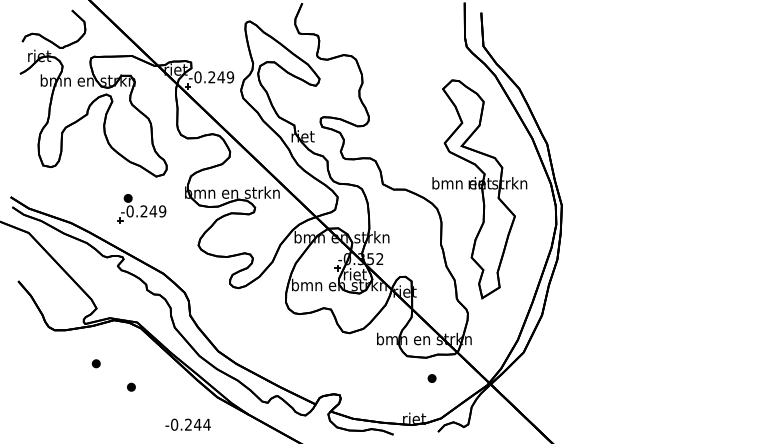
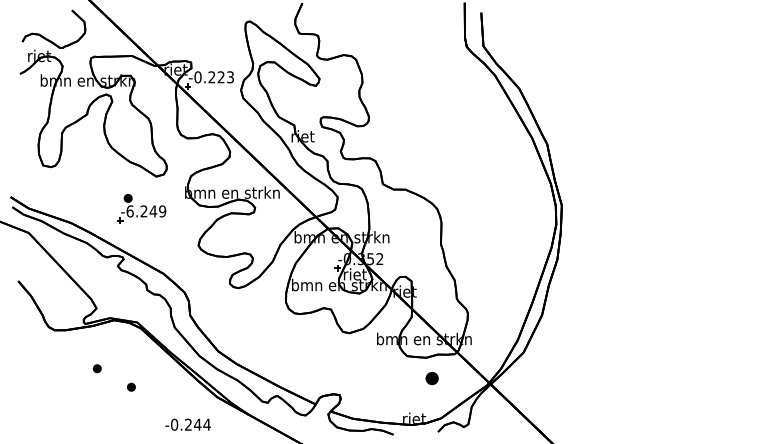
text at (225, 77): -0.249 -> -0.223
part at (479, 189): present -> none
text at (129, 211): -0.249 -> -6.249
part at (95, 363) position: (95, 363) -> (96, 368)
part at (431, 378) size: 10x9 px -> 14x14 px
